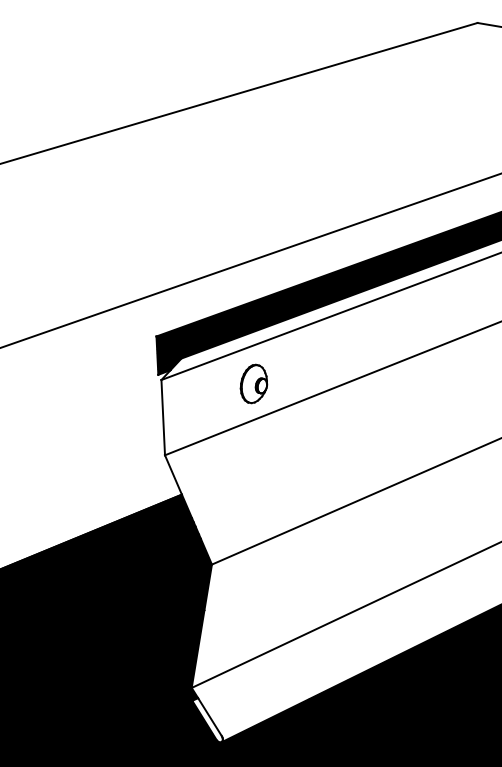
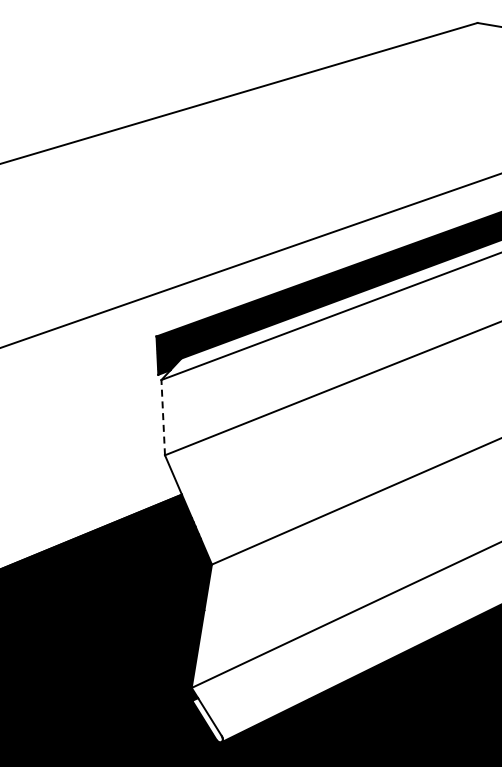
part at (253, 383): present -> none
line at (163, 417): solid -> dashed
